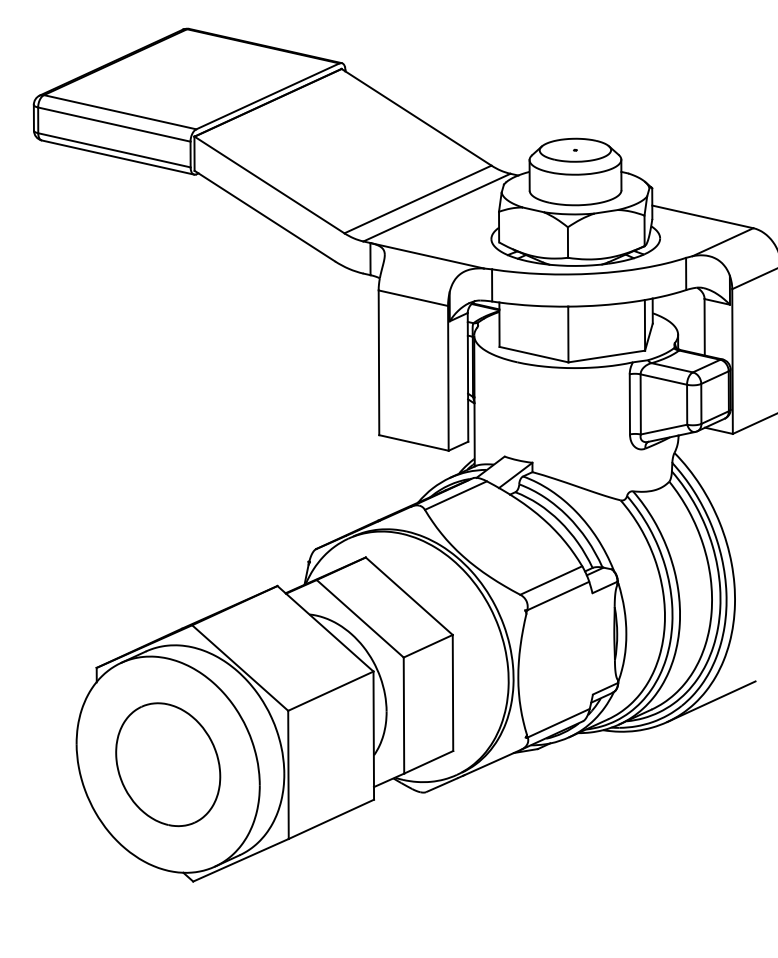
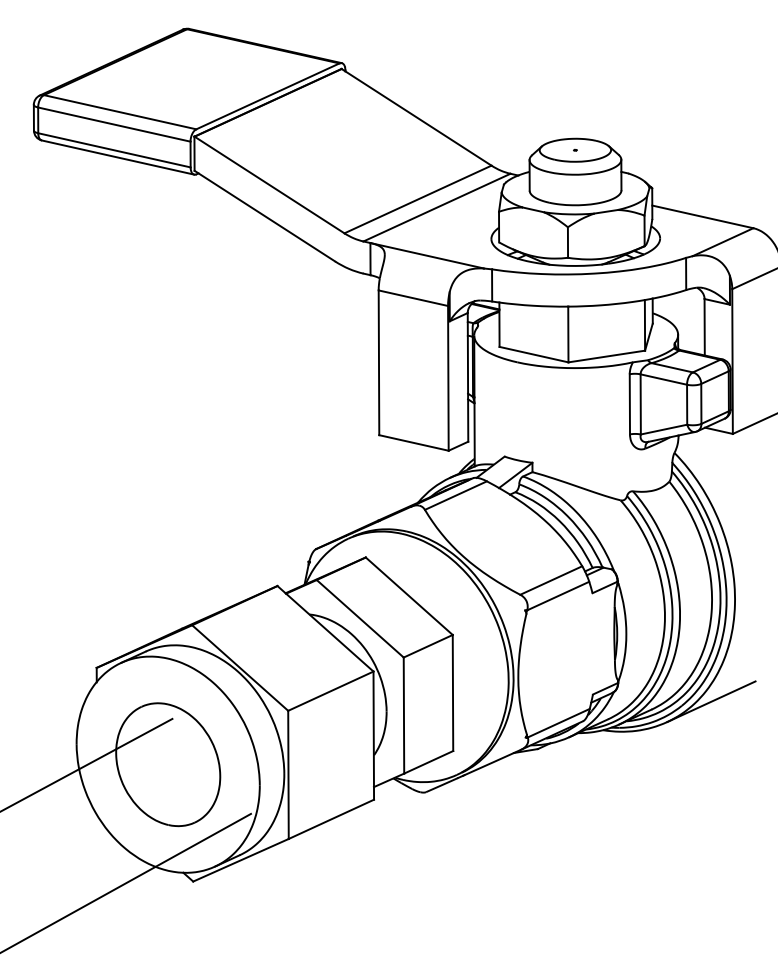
line at (87, 764): none -> present
line at (126, 882): none -> present
